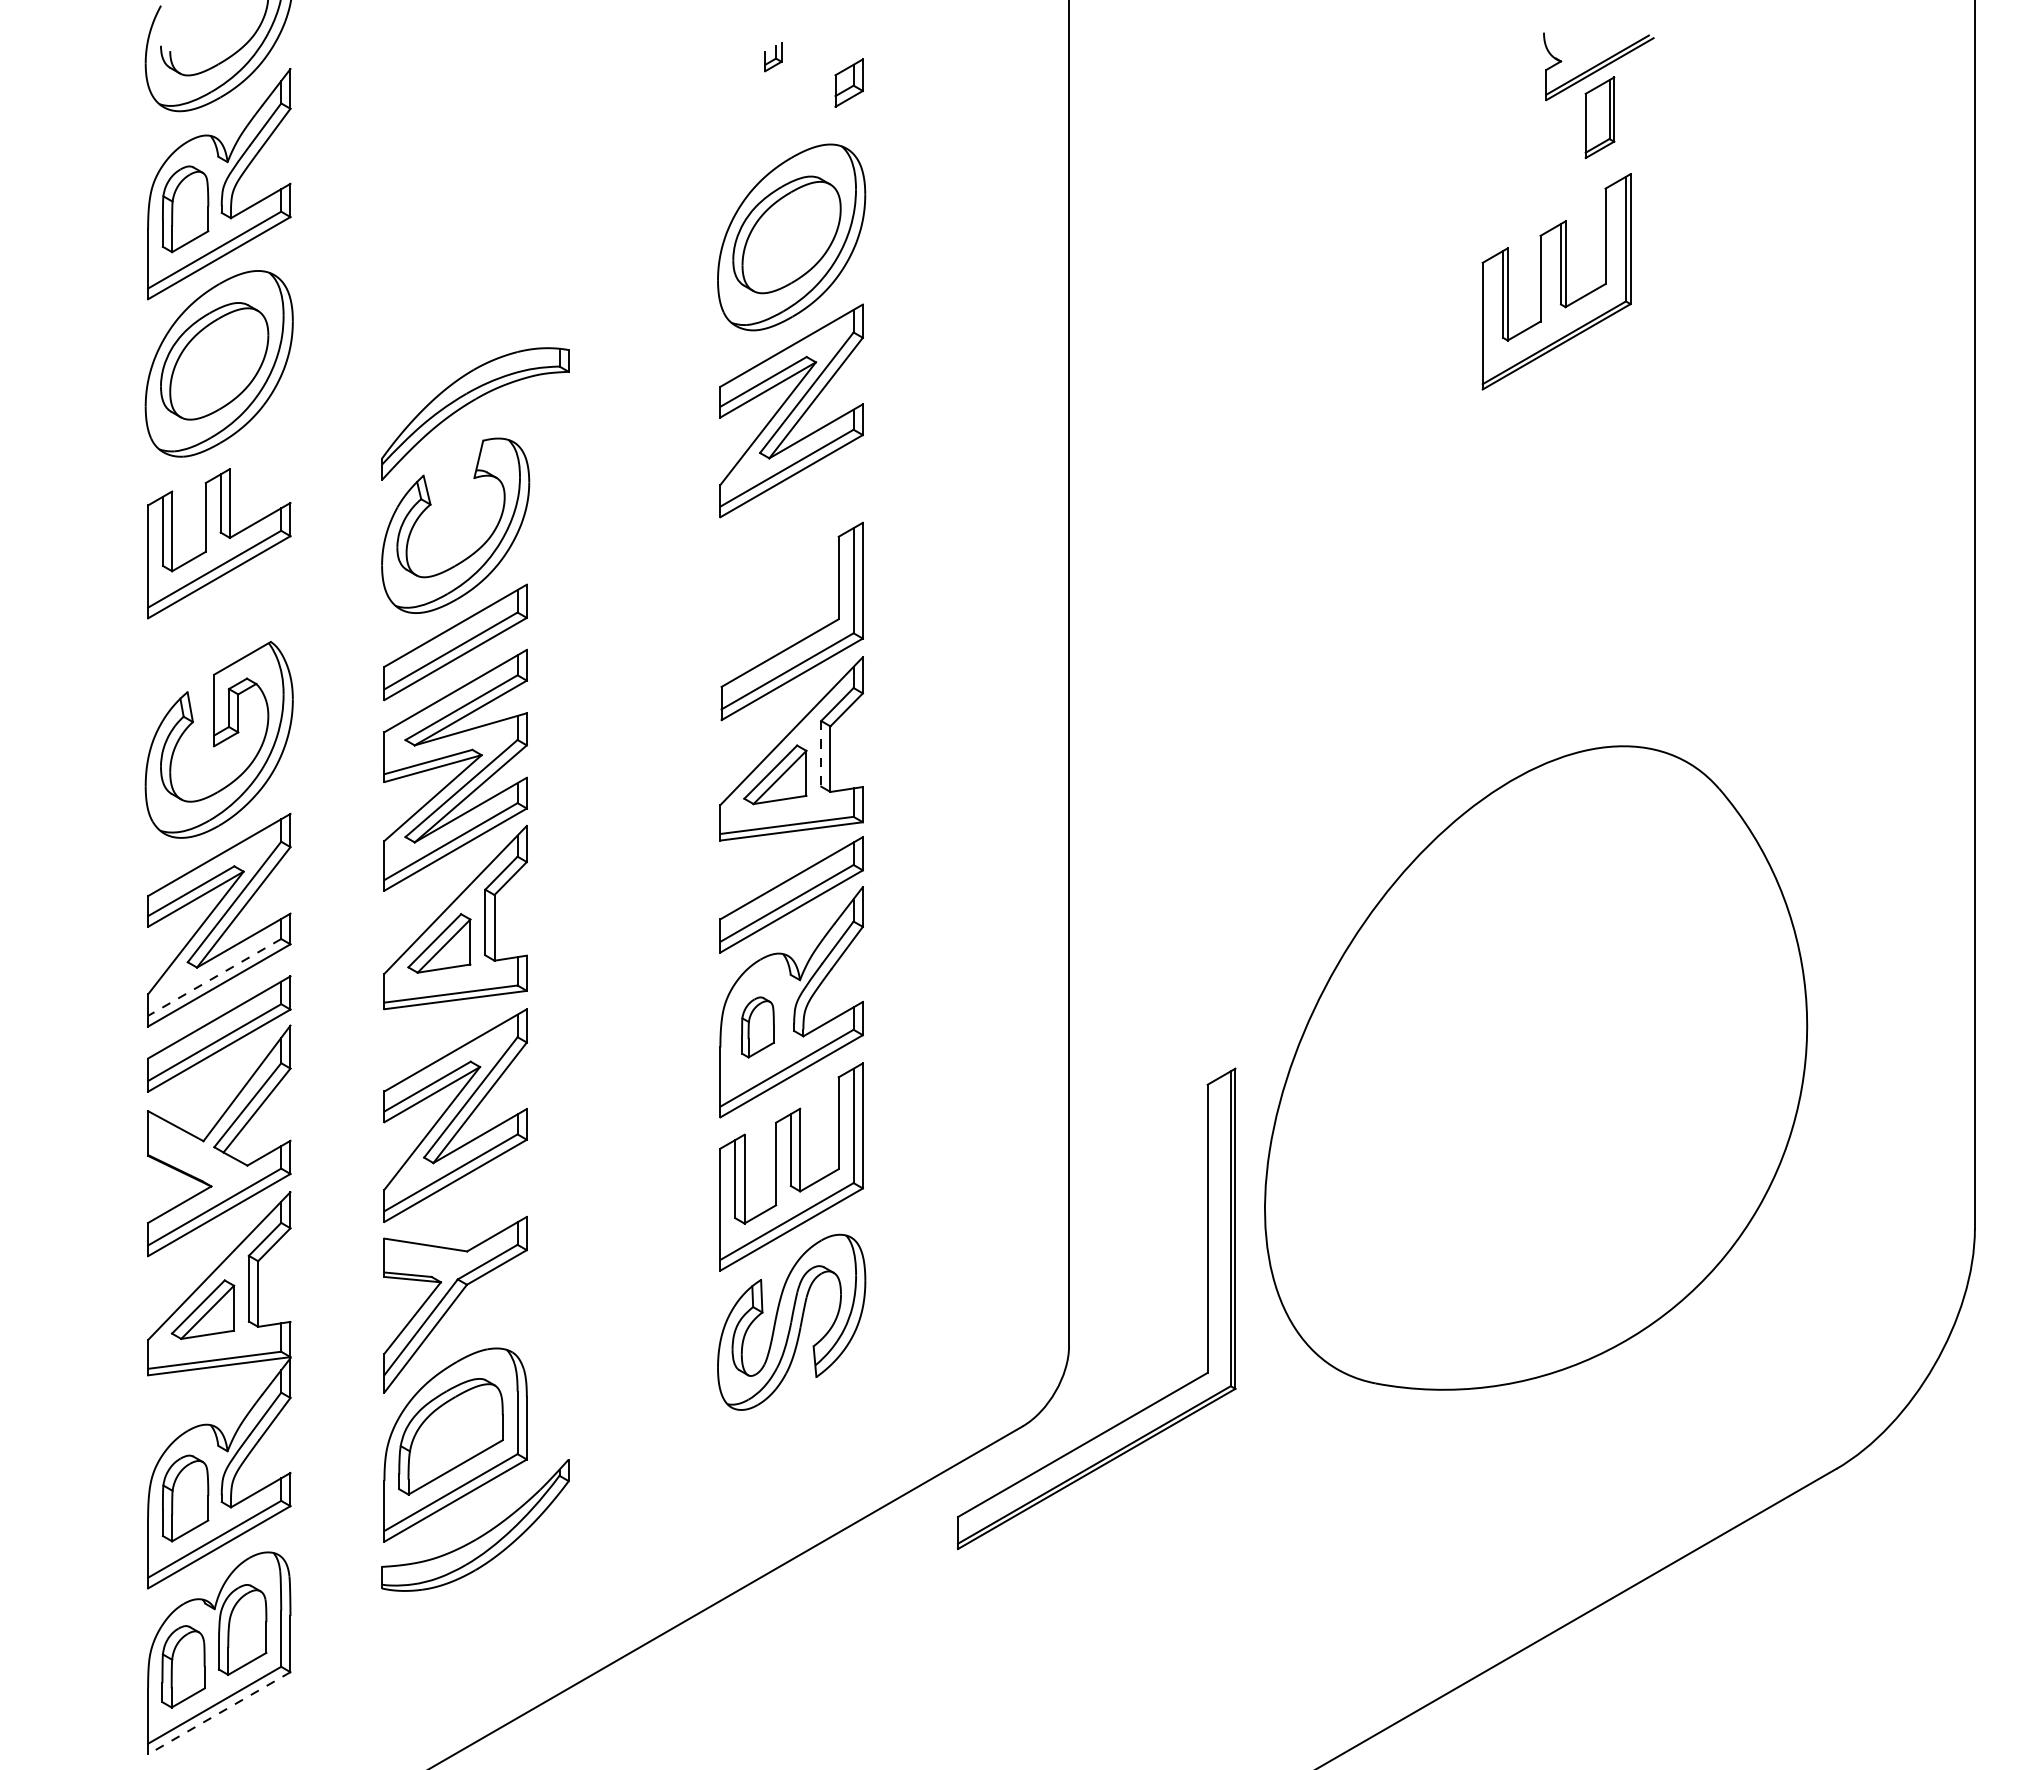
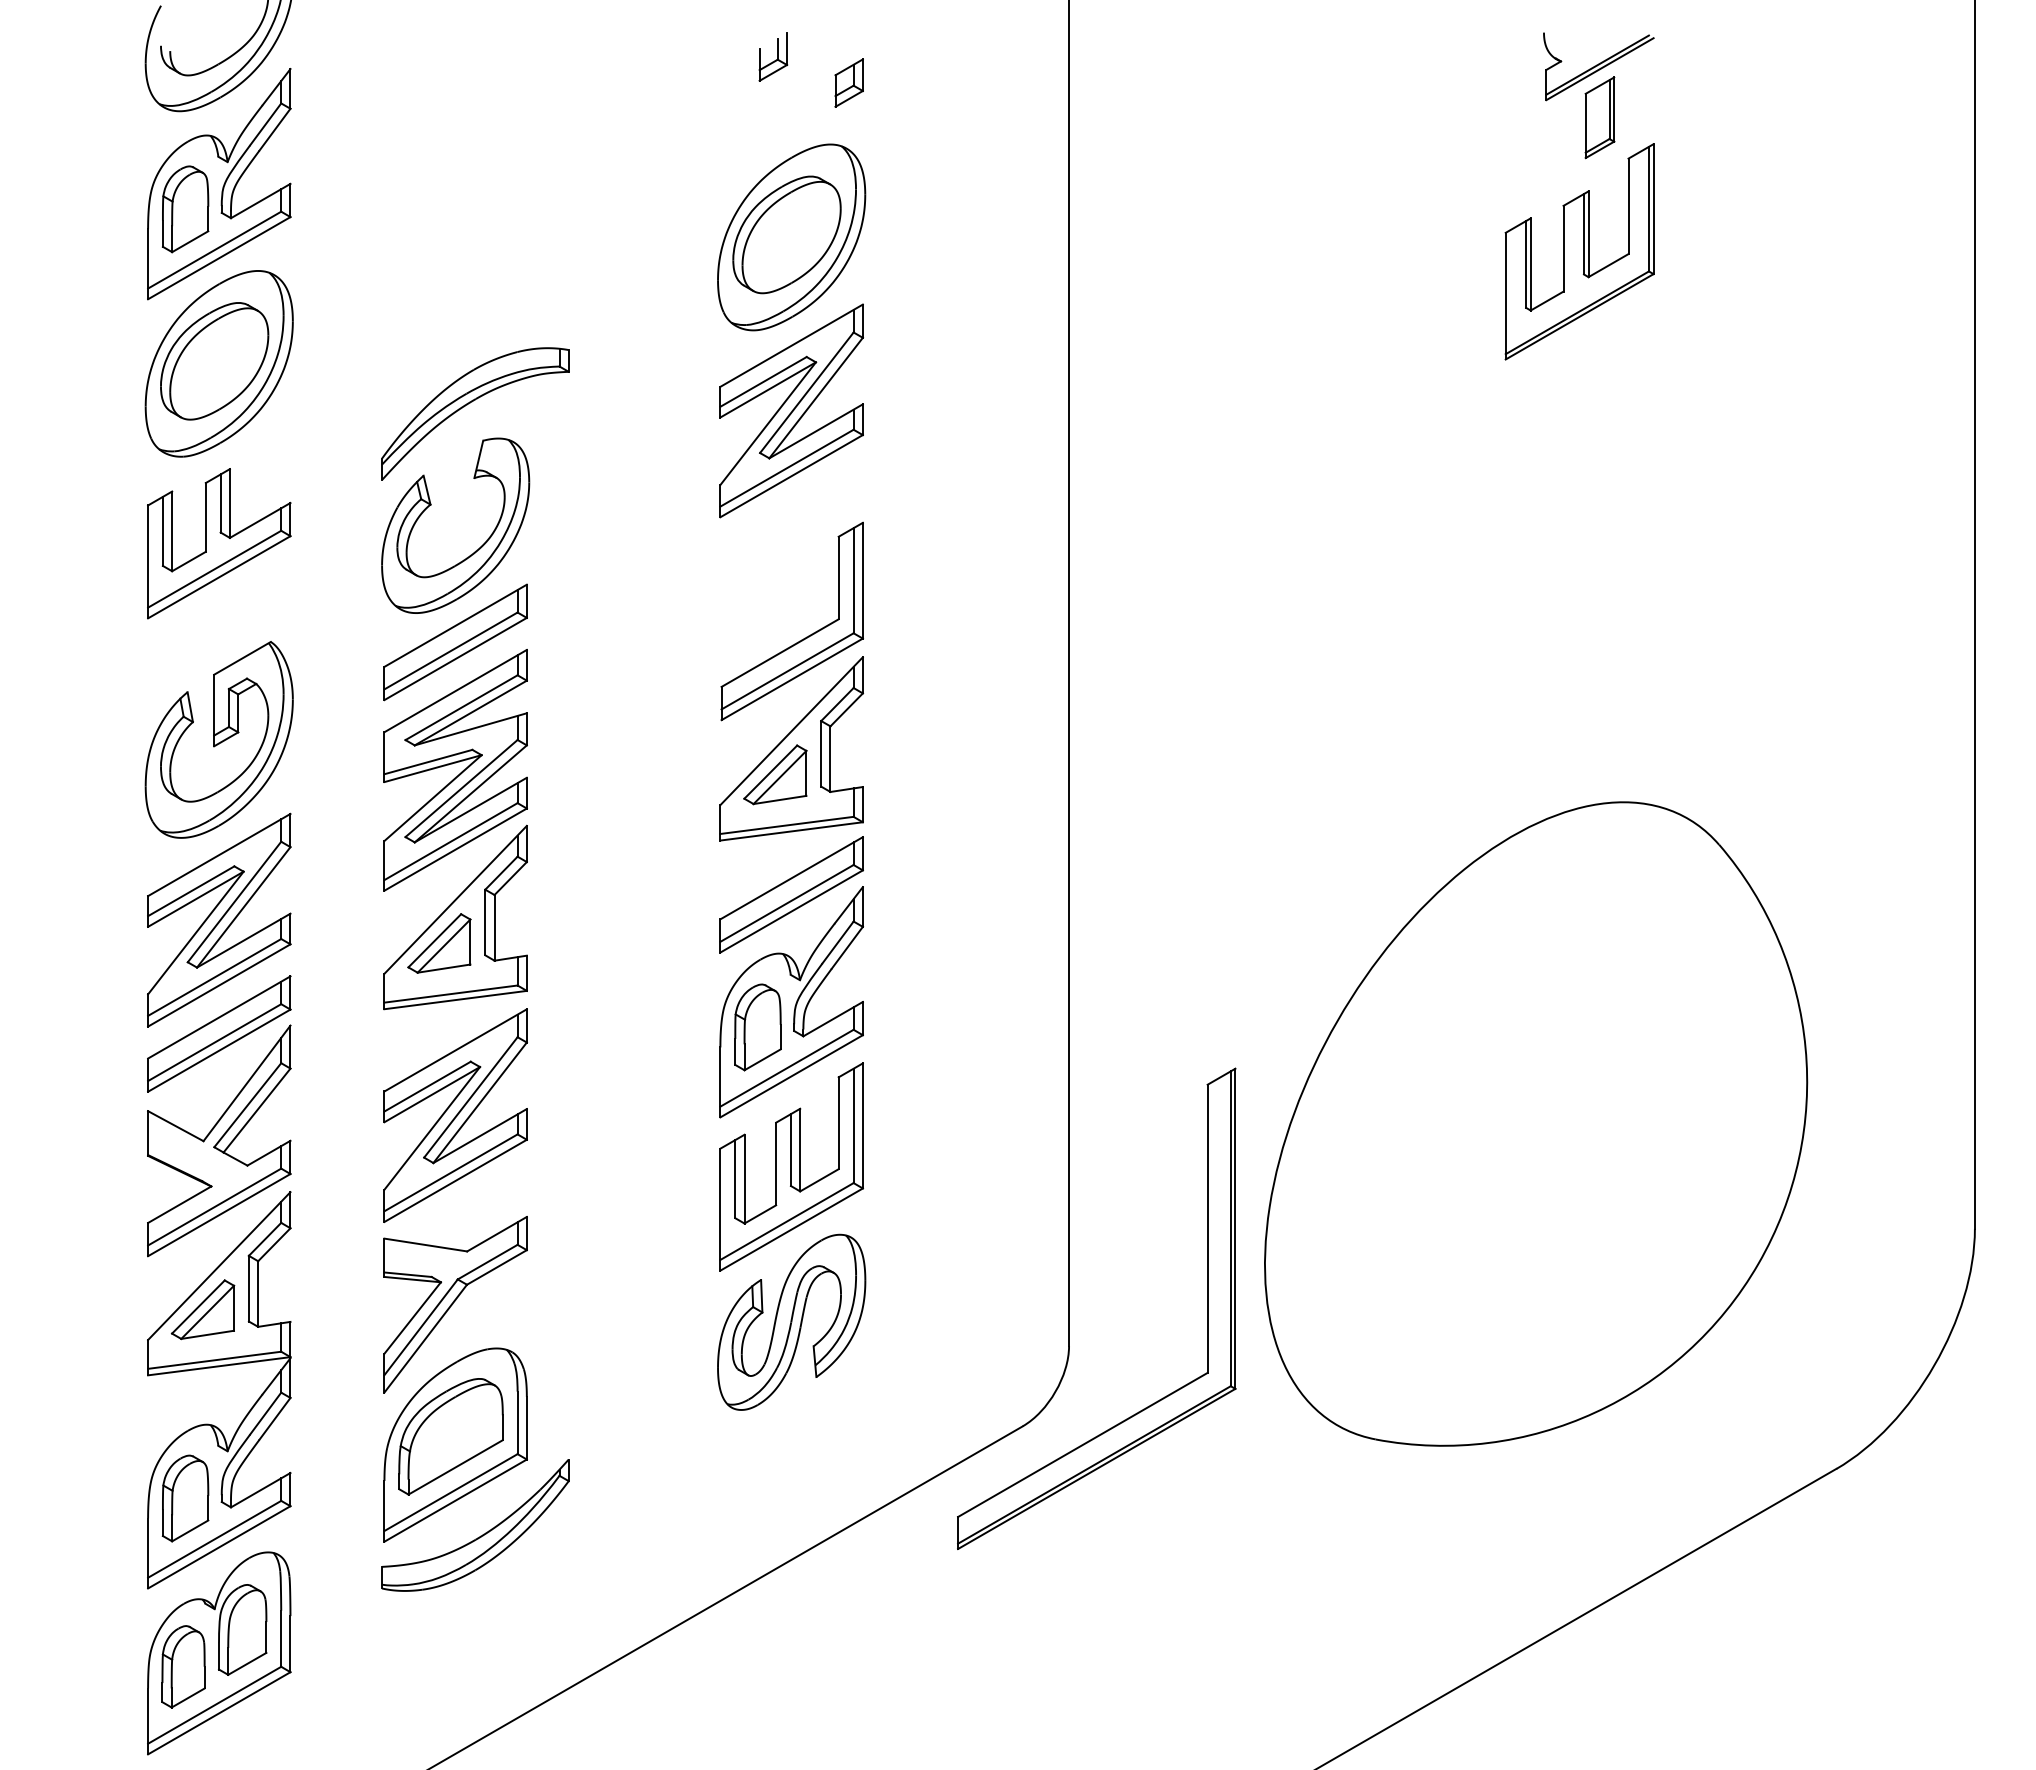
part at (773, 57) size: 19x31 px -> 31x50 px
part at (1556, 281) position: (1556, 281) -> (1579, 251)
line at (821, 753): dashed -> solid
line at (214, 977): dashed -> solid
part at (757, 1027) size: 34x63 px -> 48x89 px
part at (1536, 1067) position: (1536, 1067) -> (1536, 1123)
line at (218, 1713): dashed -> solid
